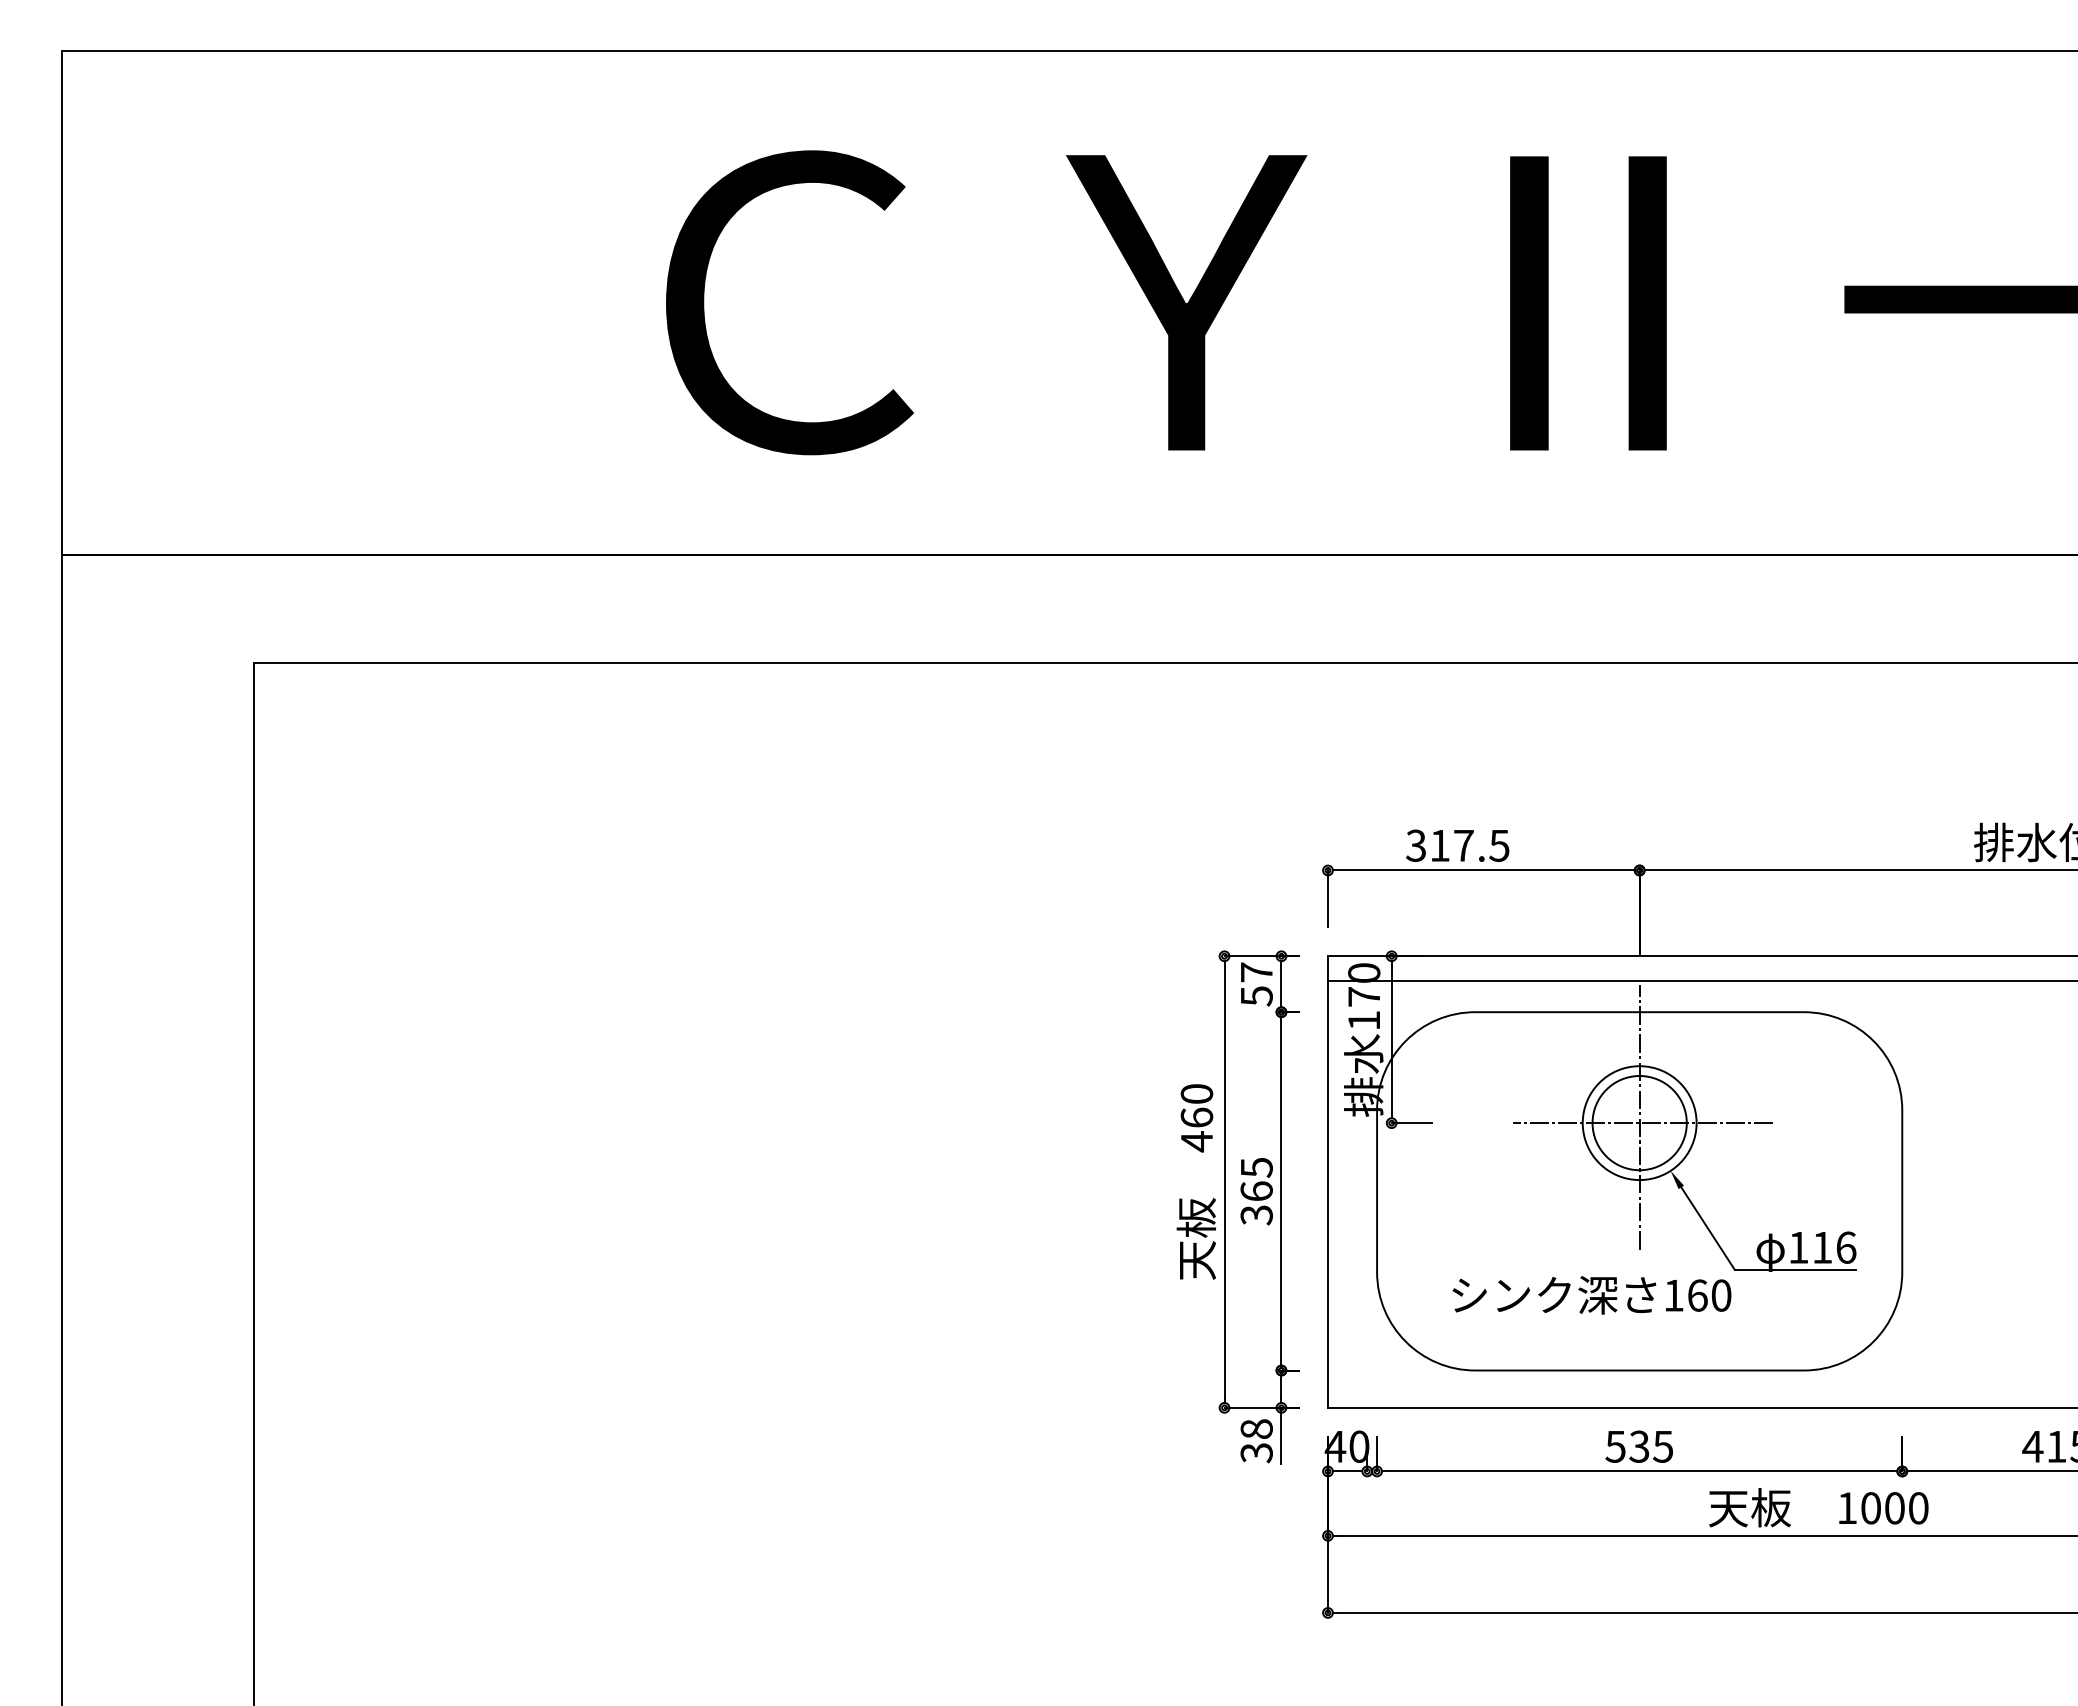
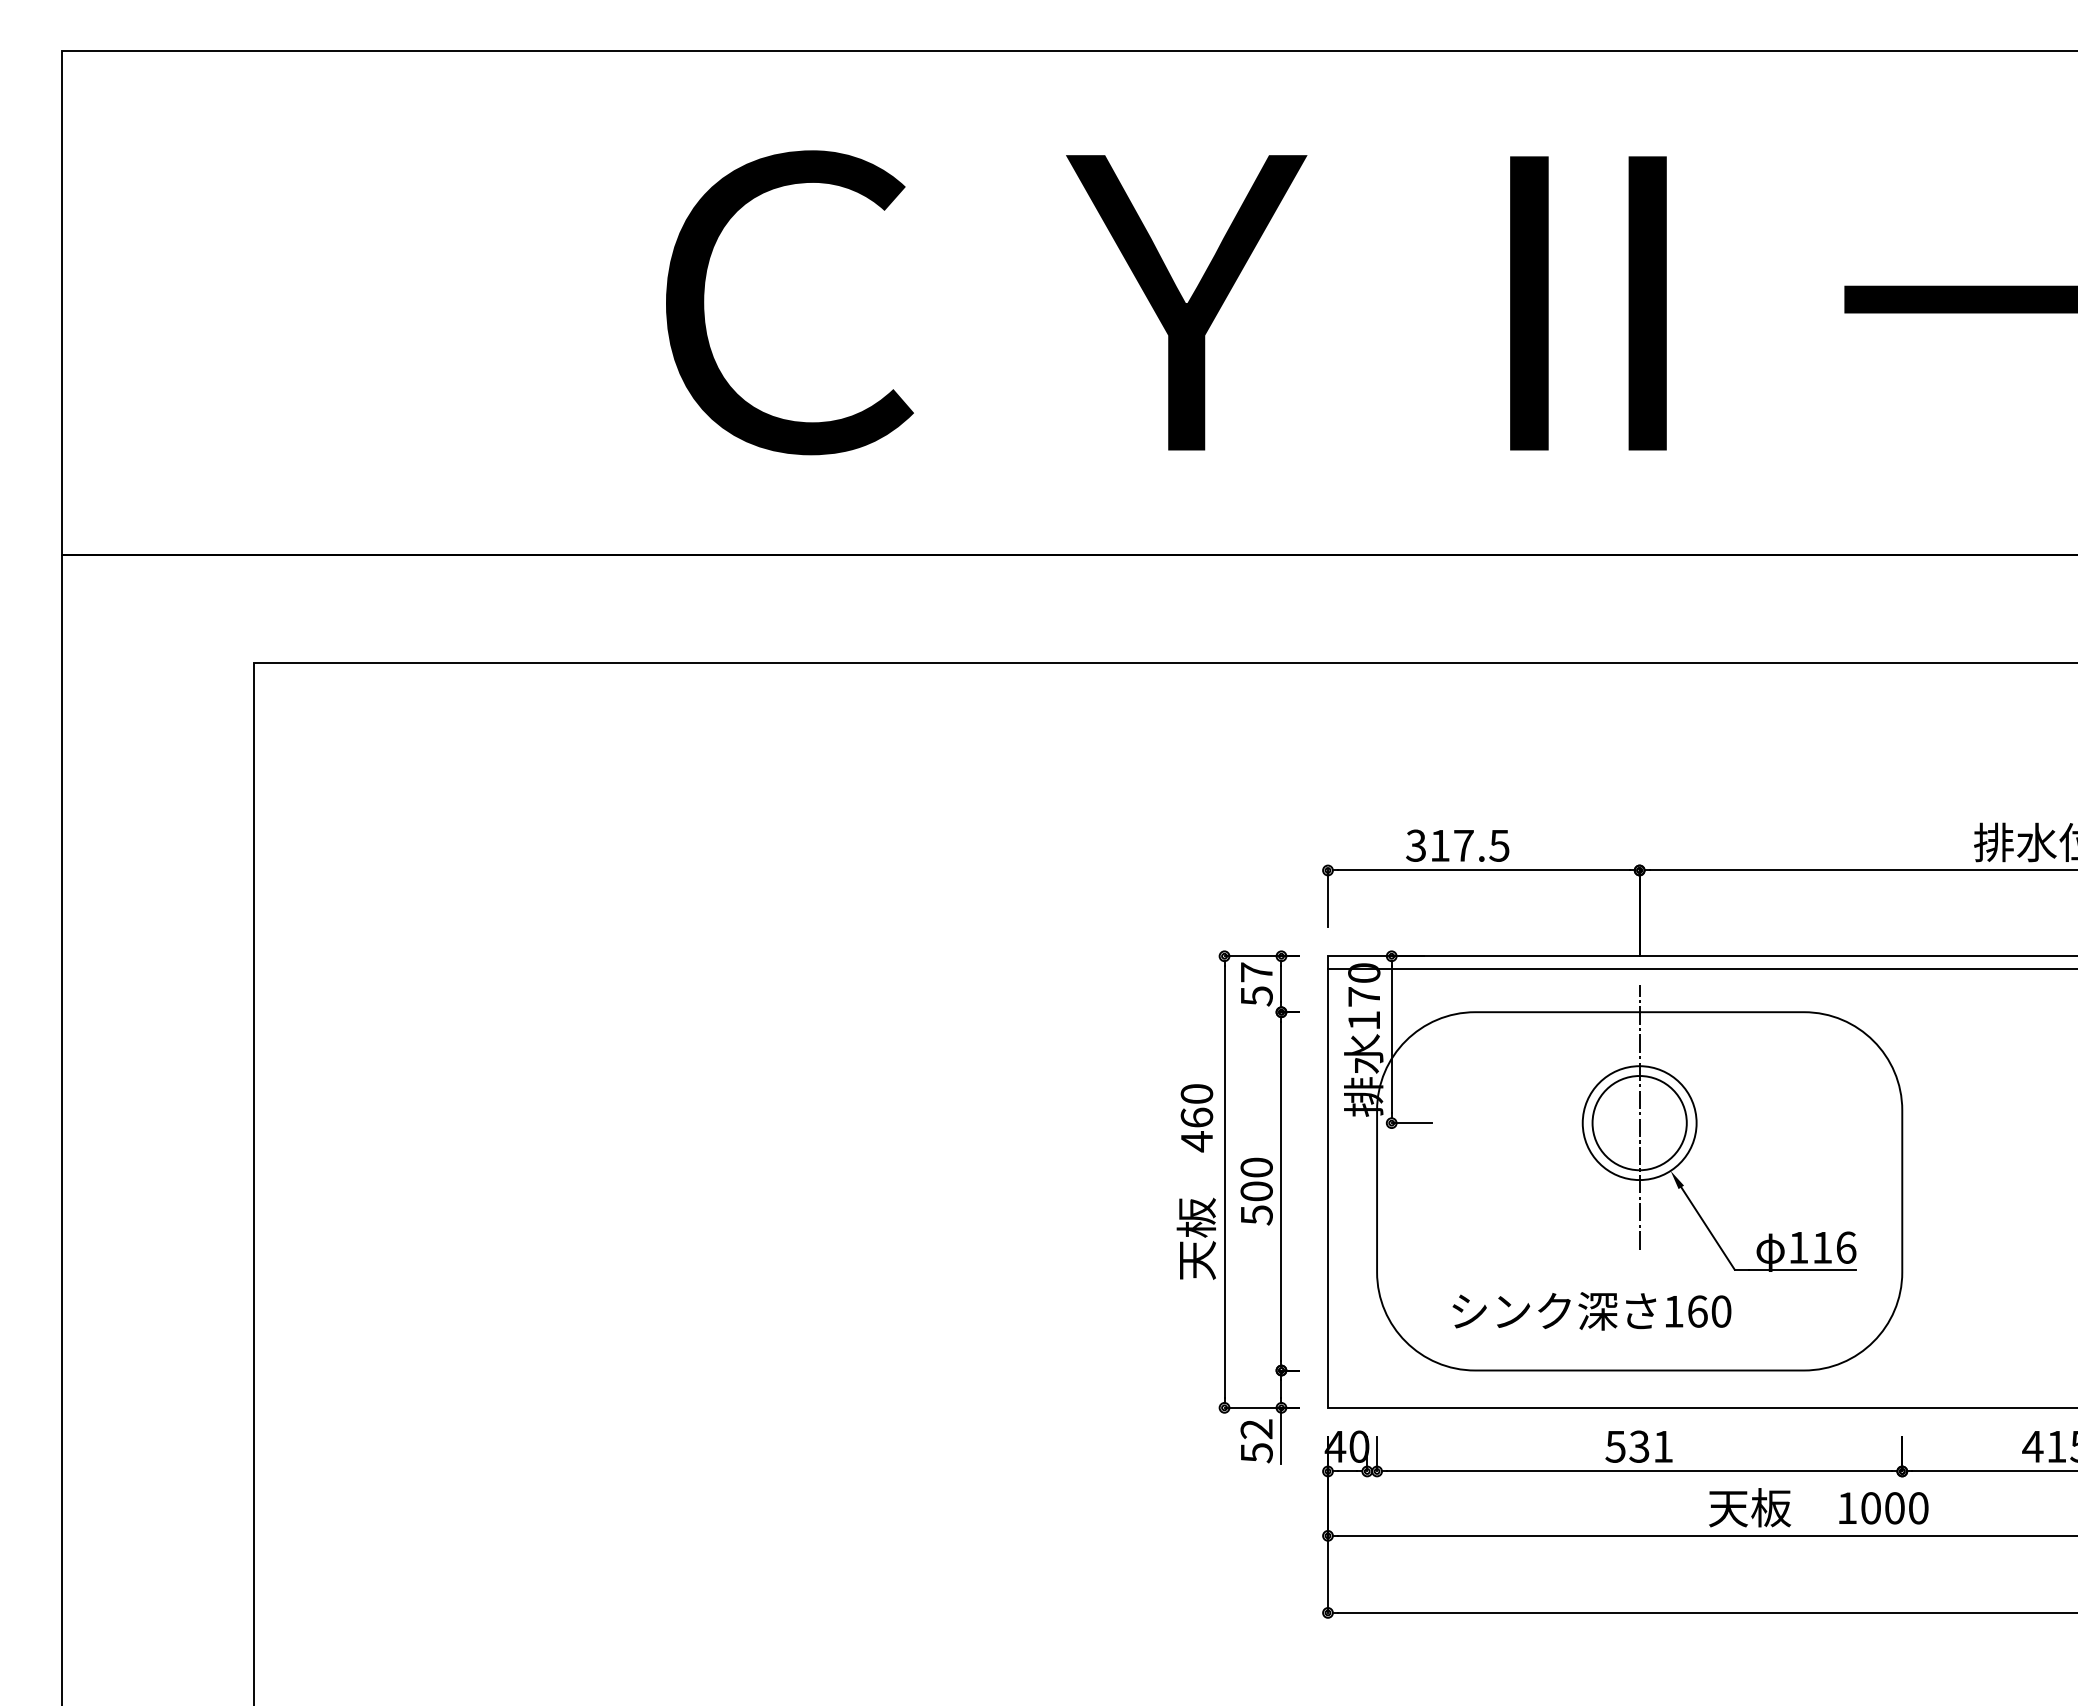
line at (1701, 980) position: (1701, 980) -> (1701, 968)
line at (1643, 1123): present -> none
text at (1256, 1191): 365 -> 500
text at (1591, 1295) position: (1591, 1295) -> (1591, 1311)
text at (1256, 1440): 38 -> 52
text at (1662, 1446): 535 -> 531
